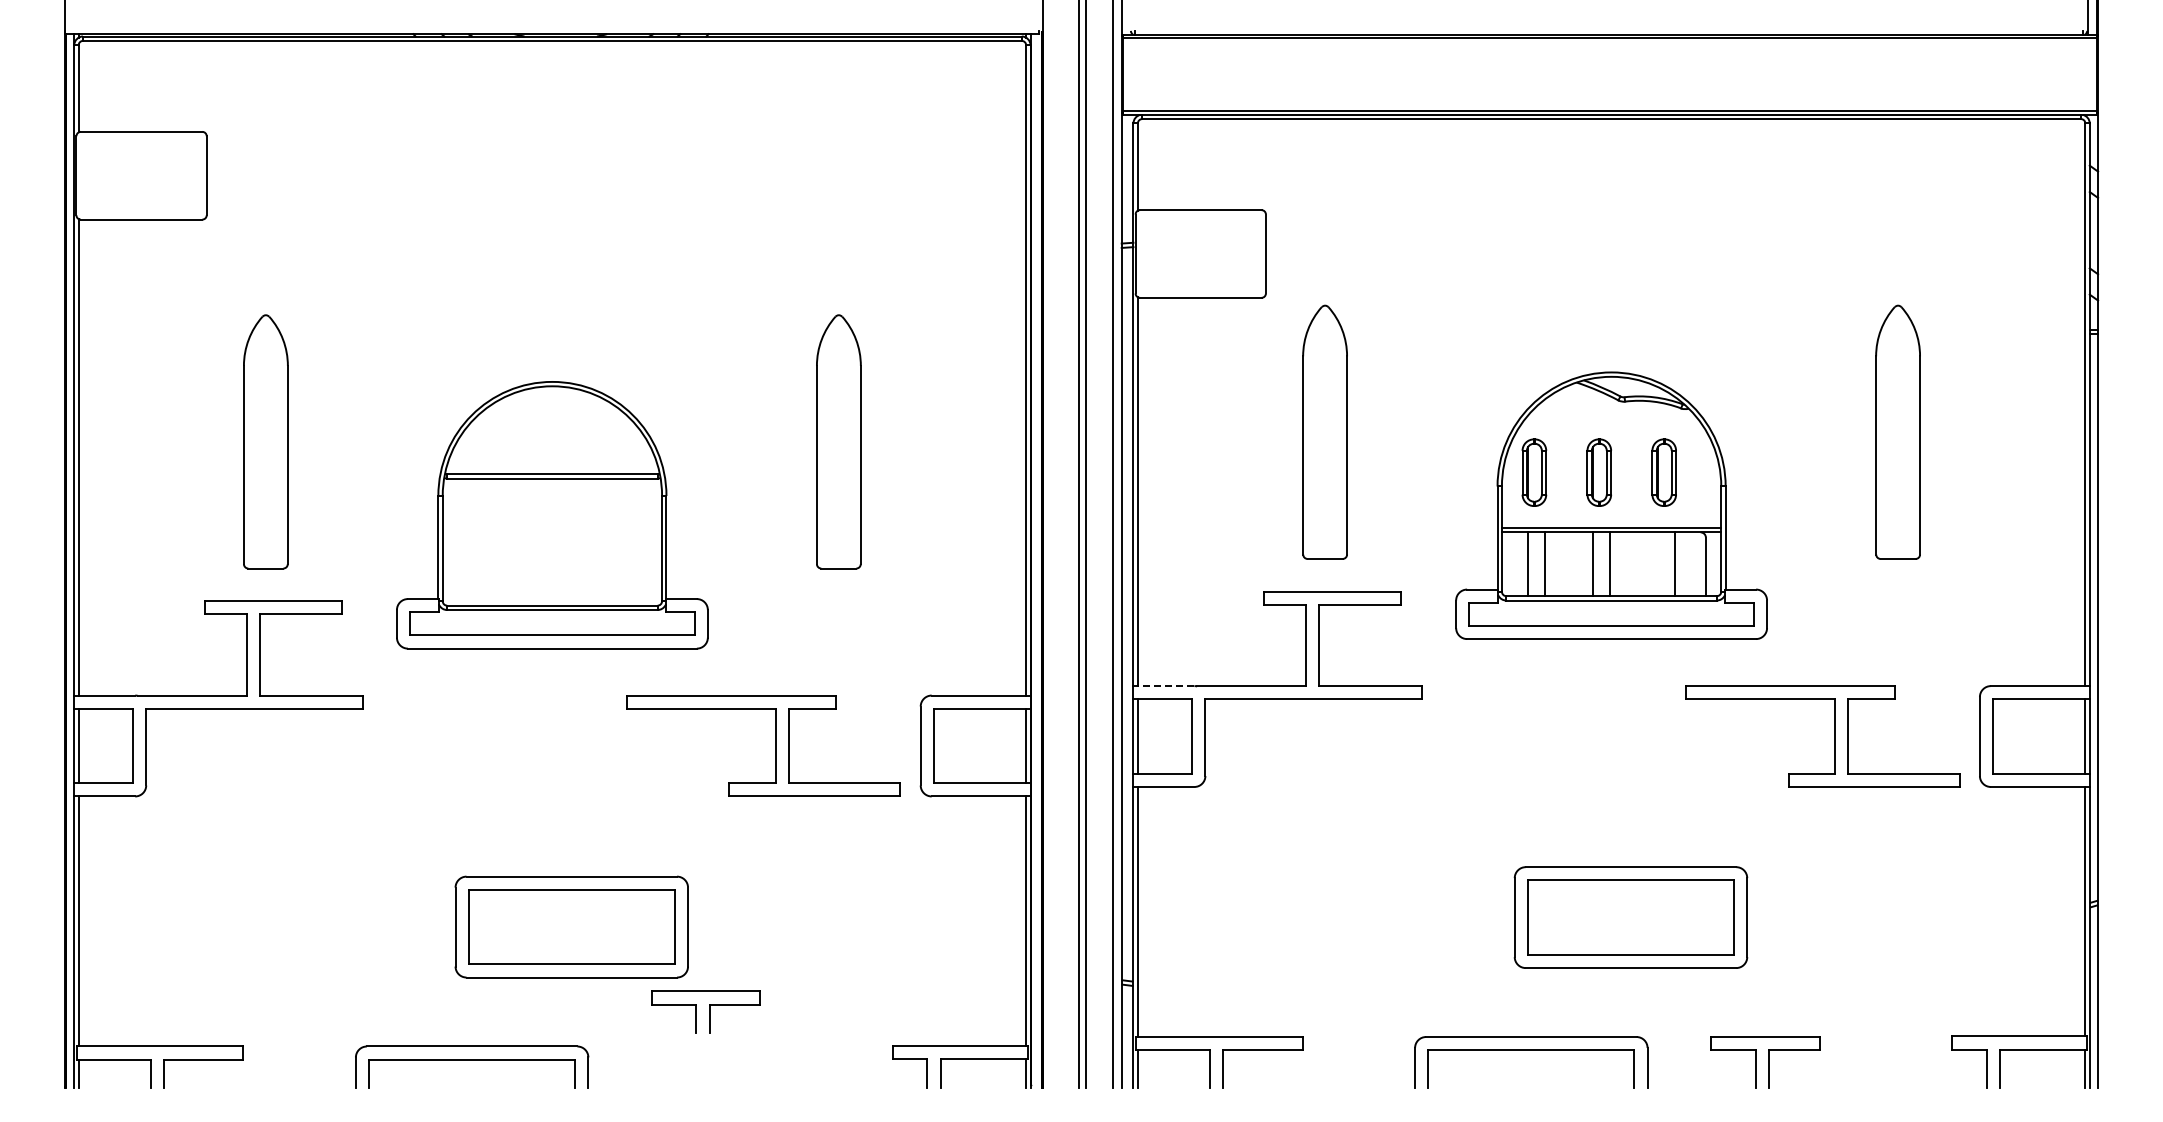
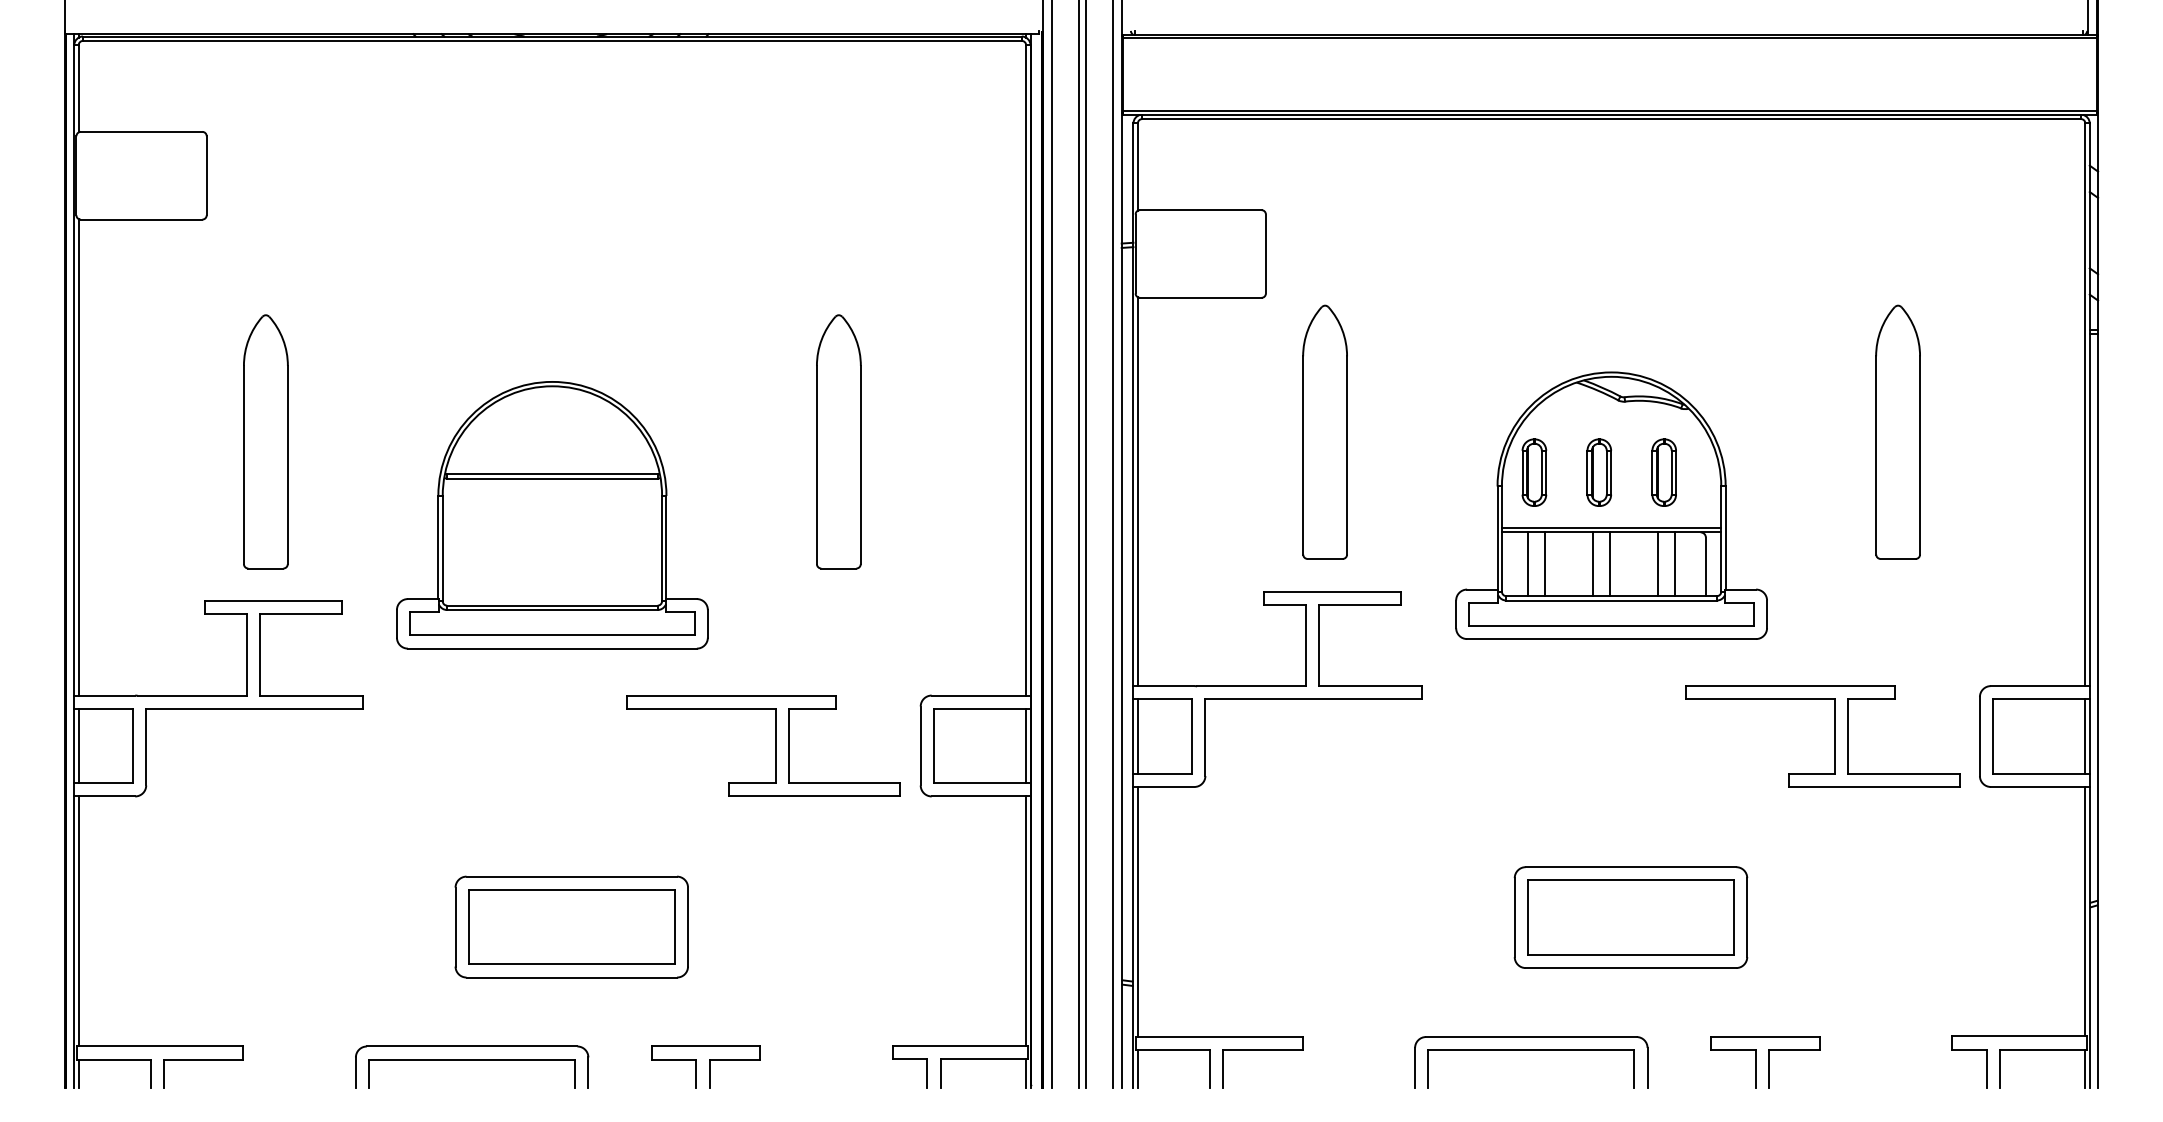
line at (1051, 545): none -> present
line at (1657, 564): none -> present
line at (1165, 686): dashed -> solid
part at (705, 1011) position: (705, 1011) -> (705, 1066)
